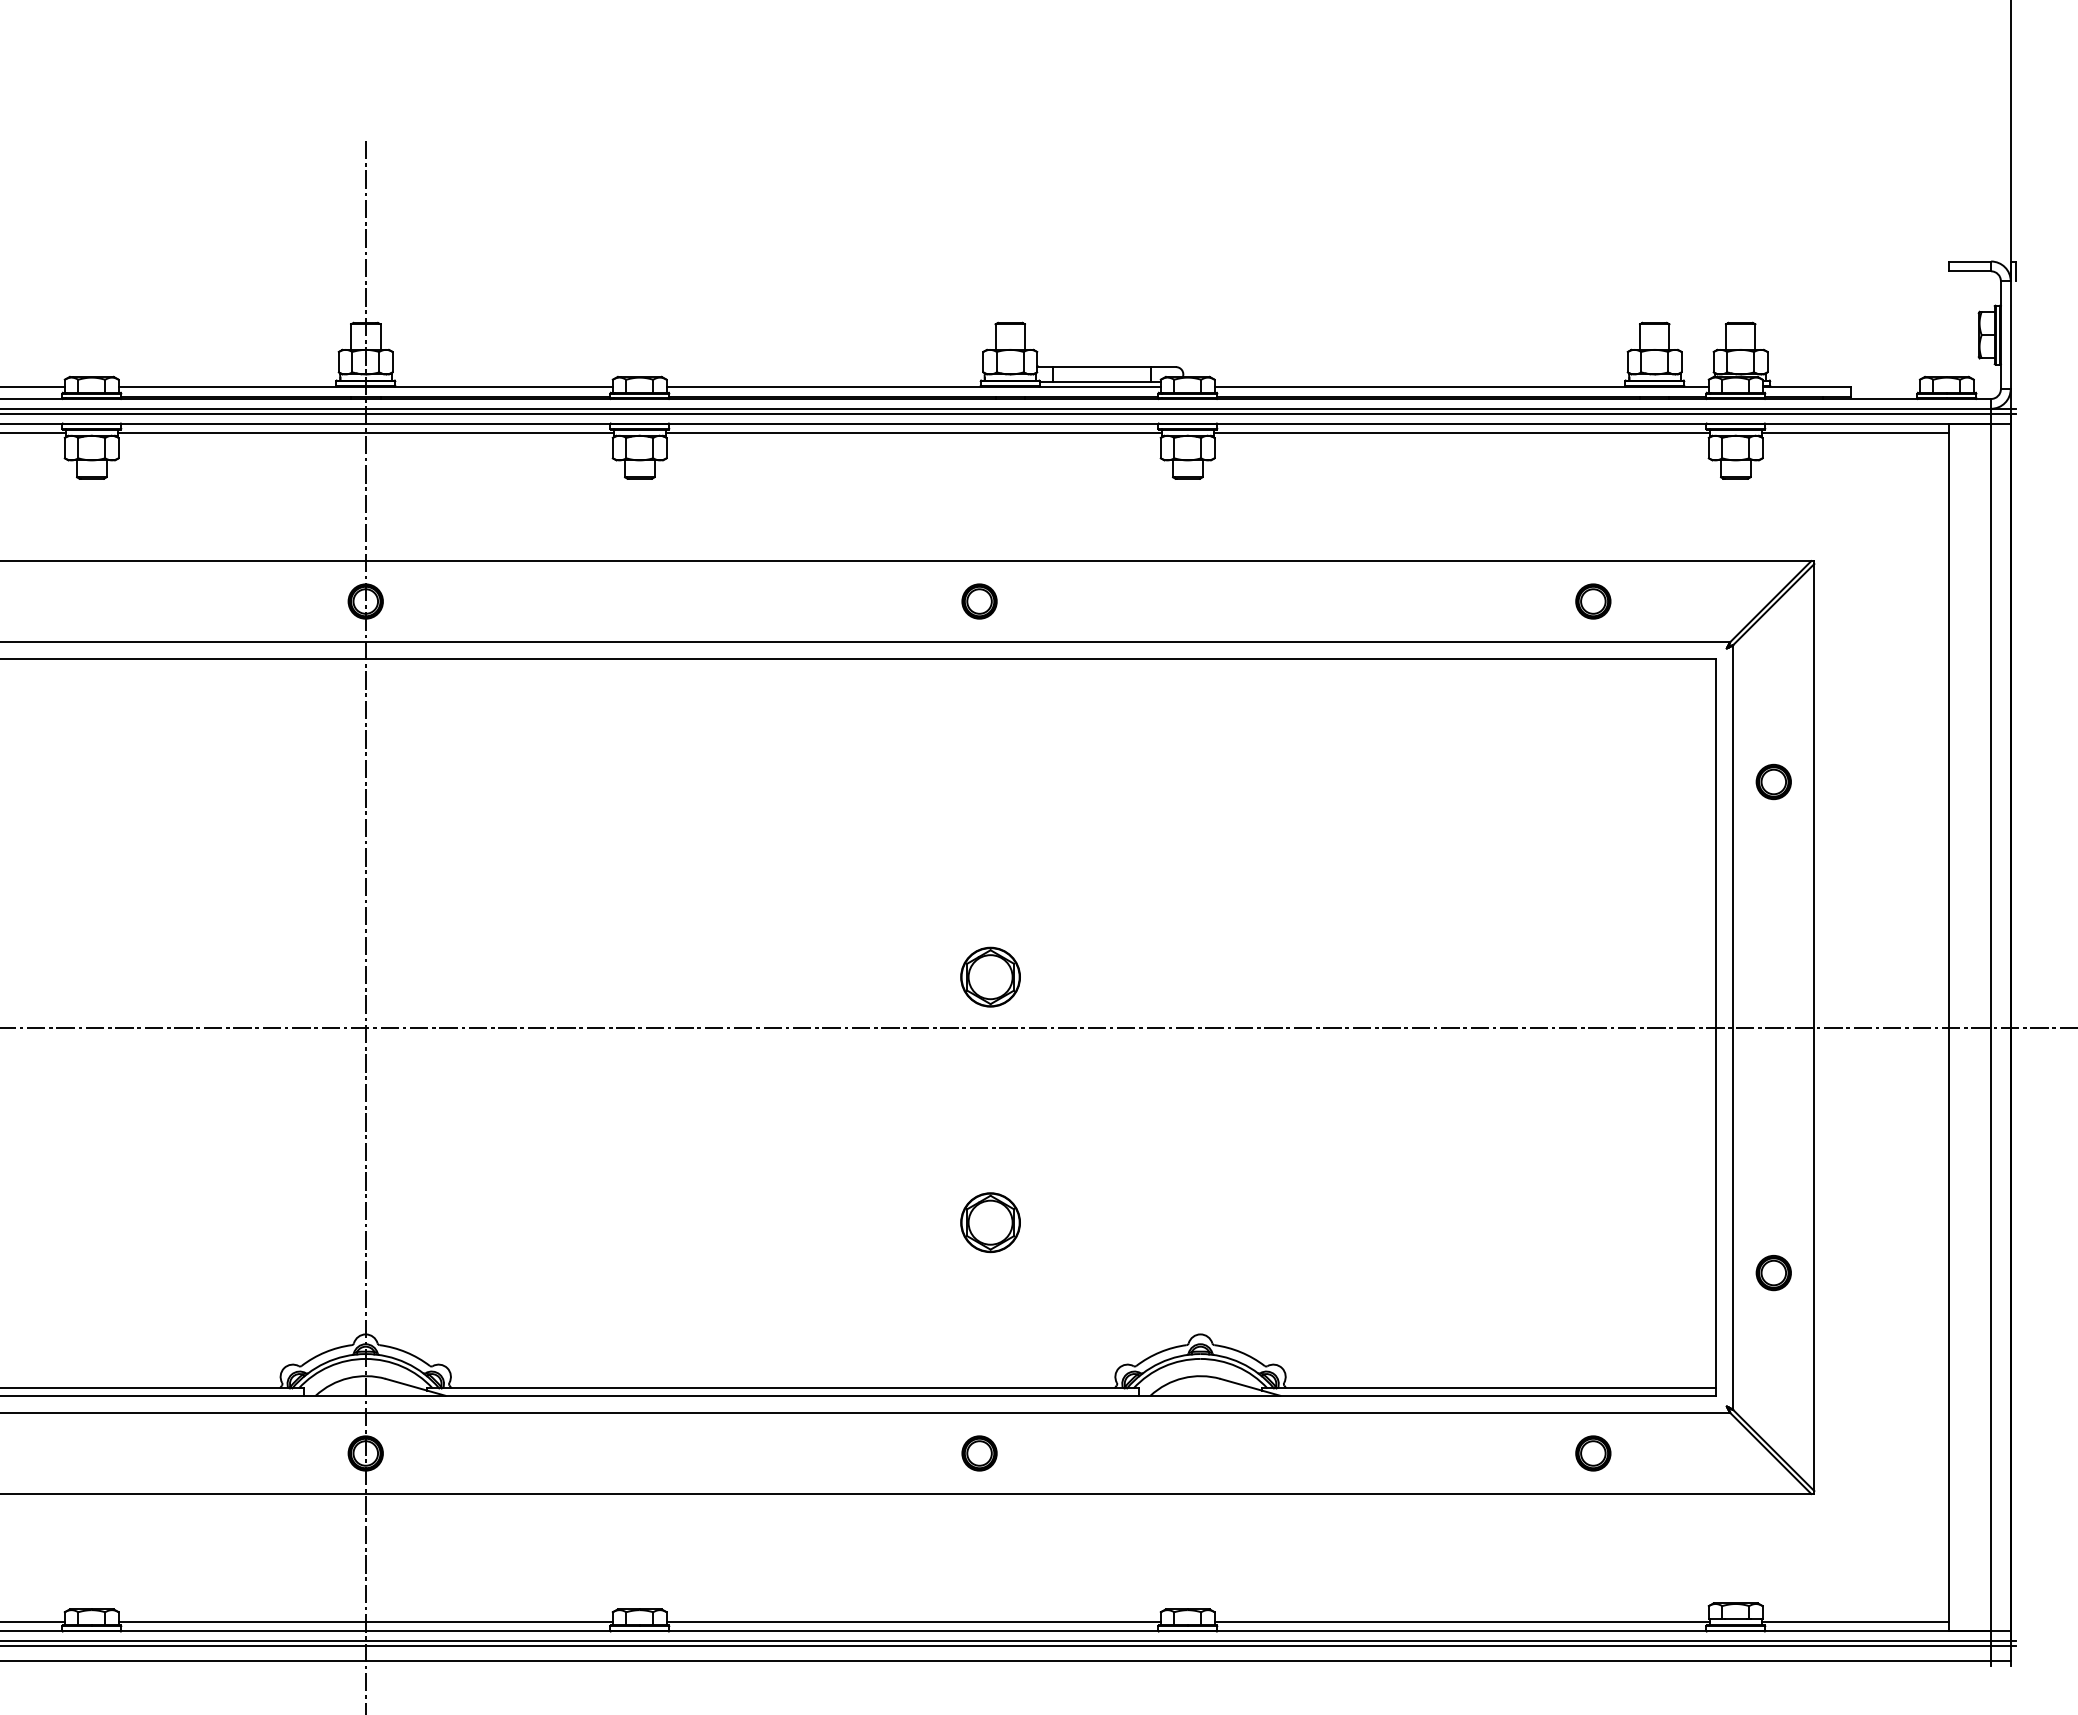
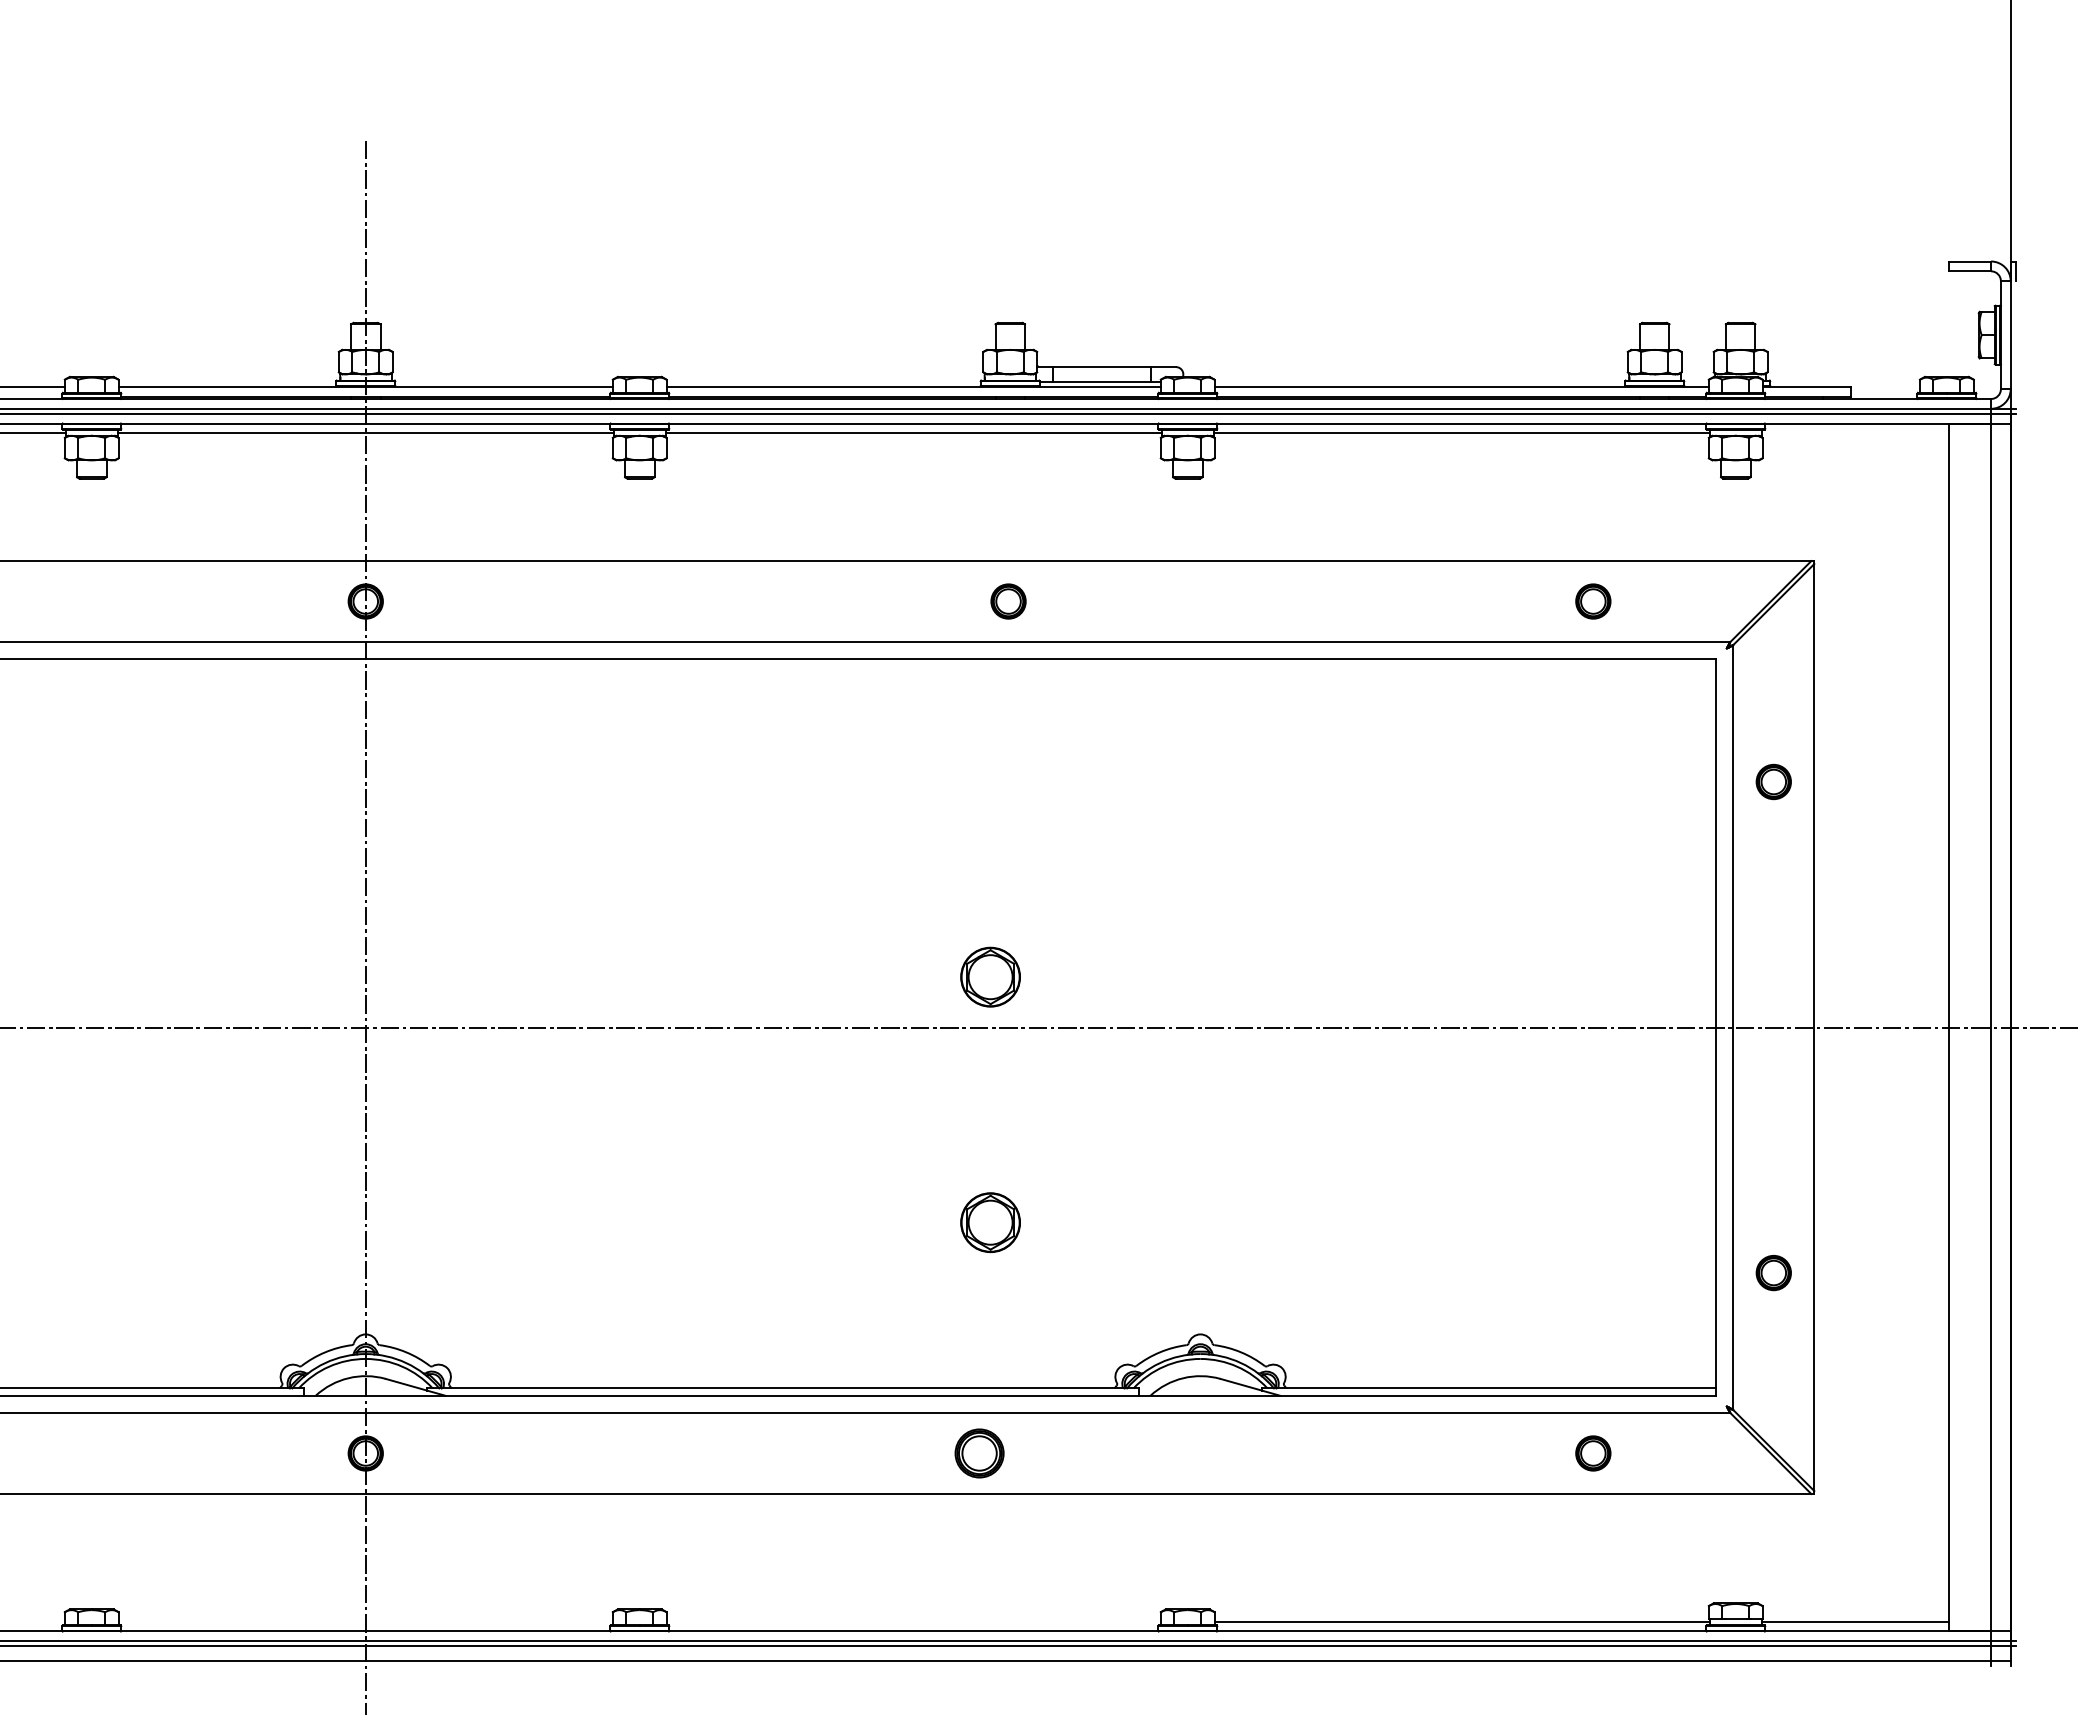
line at (1855, 433): present -> none
part at (979, 601) position: (979, 601) -> (1008, 601)
part at (979, 1453) size: 37x37 px -> 51x51 px
line at (33, 1621): present -> none
line at (365, 1621): present -> none
line at (913, 1621): present -> none
